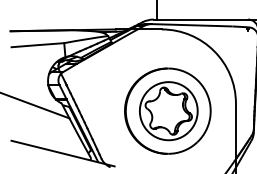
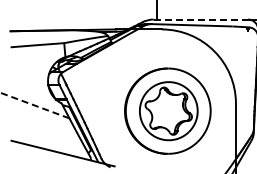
line at (201, 19): solid -> dashed
line at (35, 105): solid -> dashed
